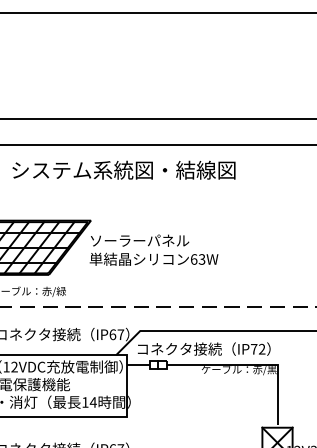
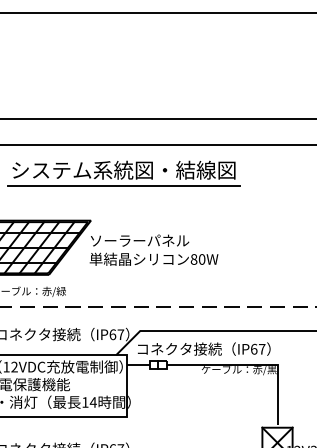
line at (123, 185): none -> present
text at (197, 259): 63W -> 80W
text at (258, 348): IP72 -> IP67
